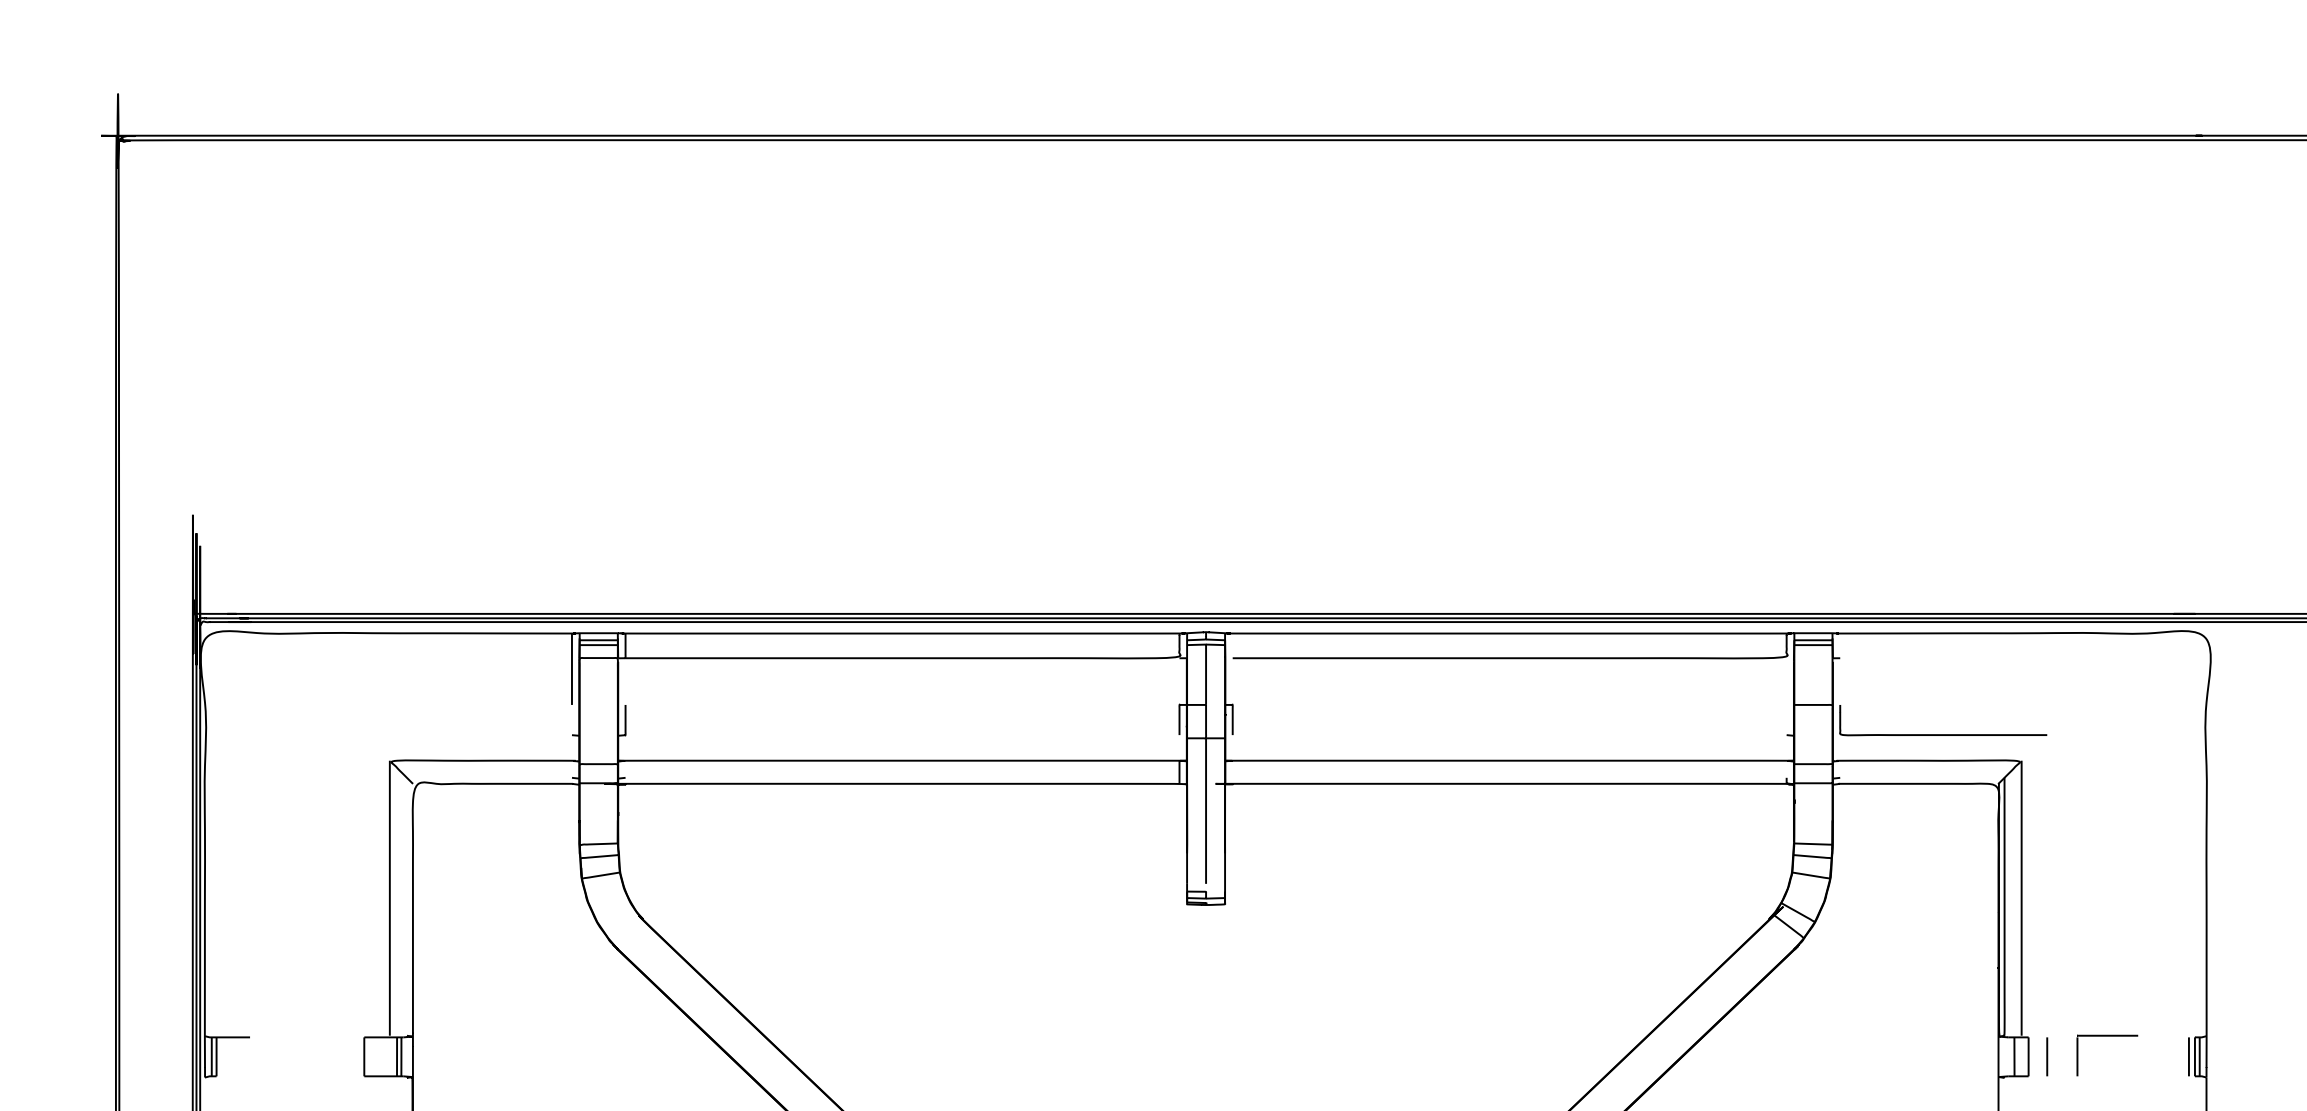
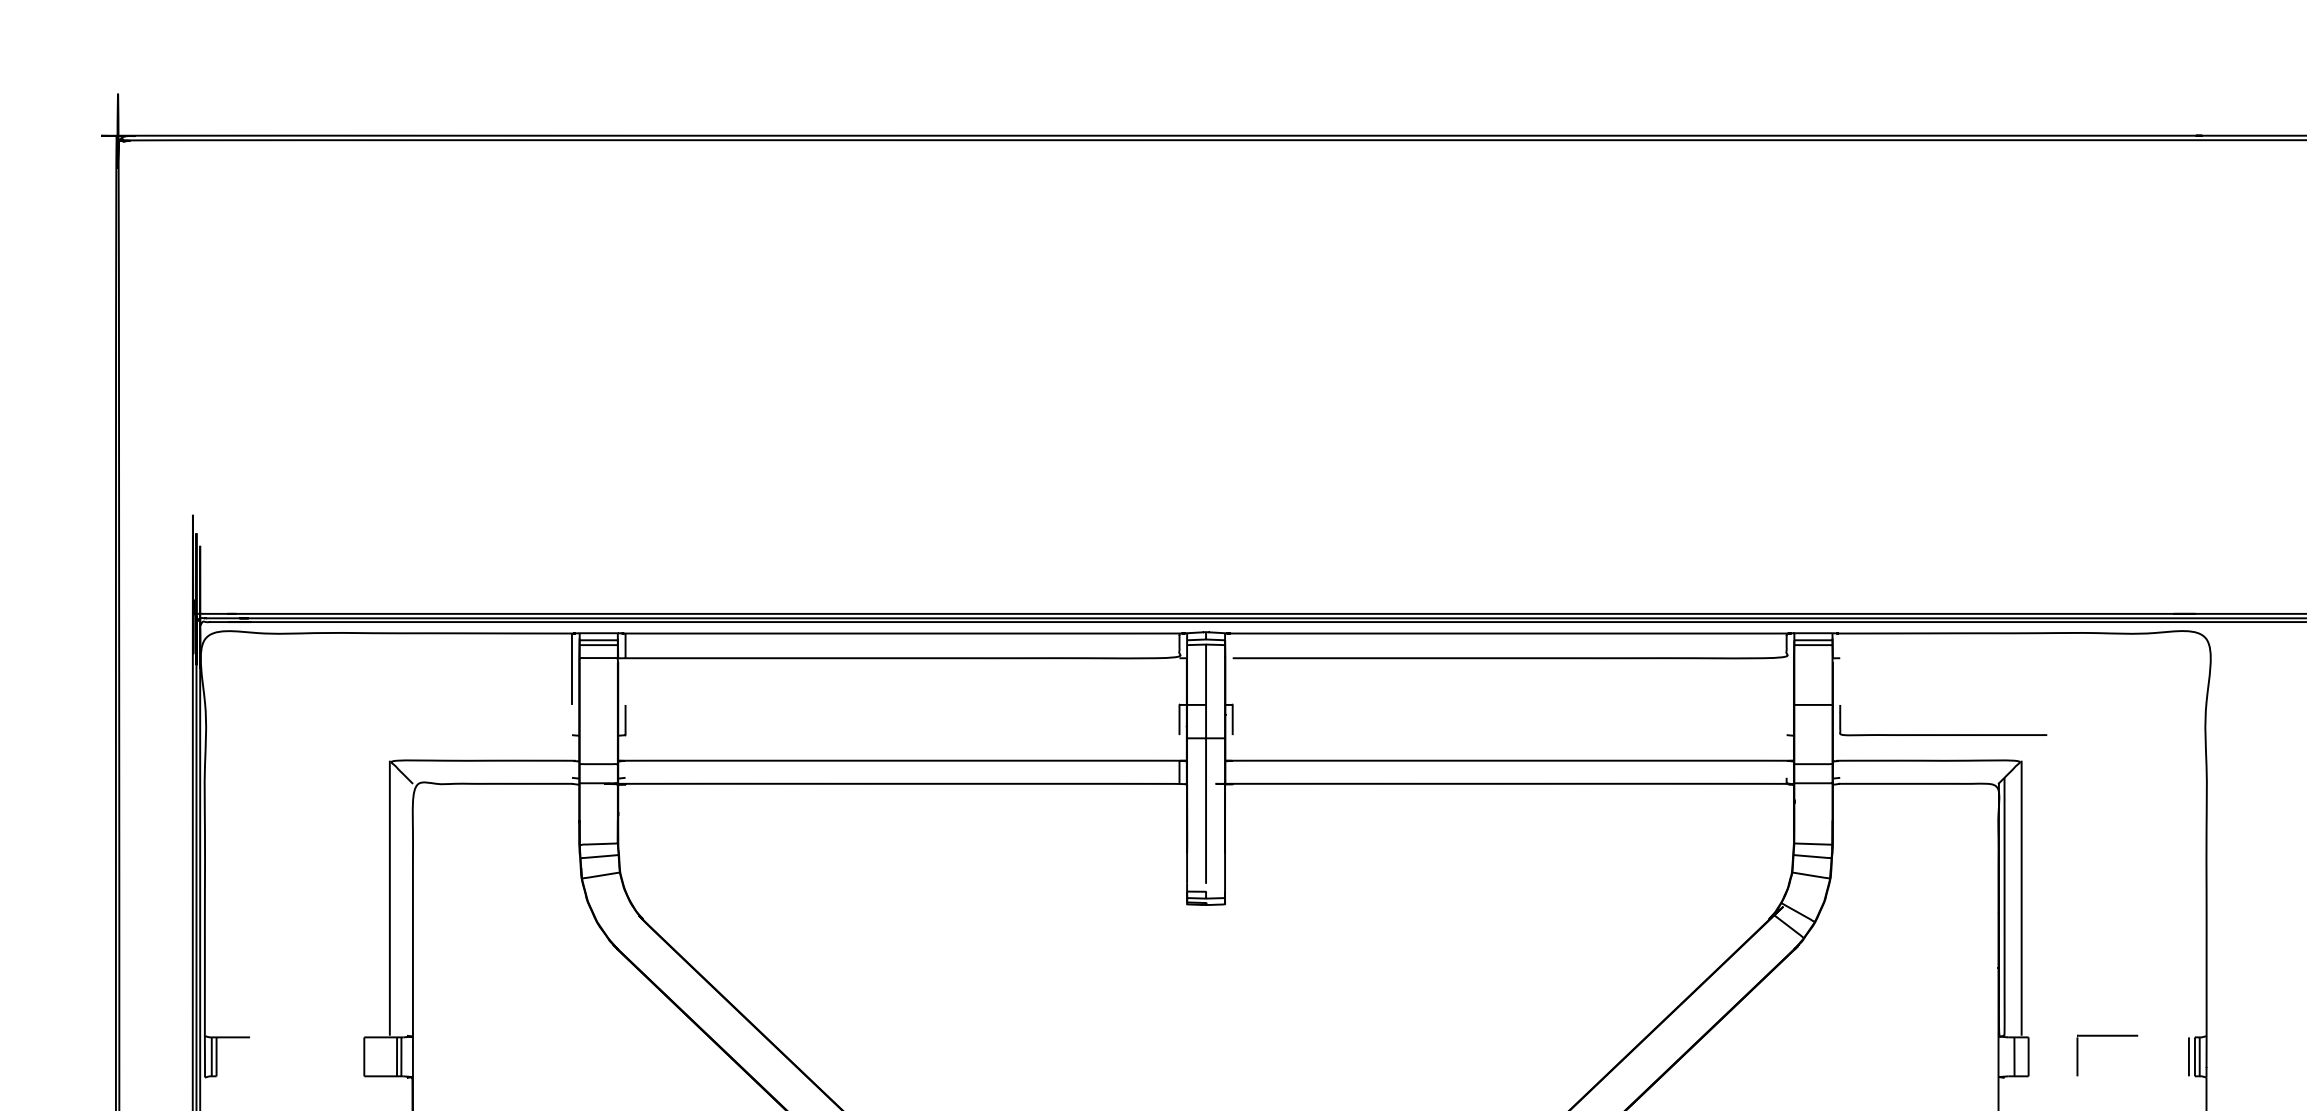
line at (2047, 1056): present -> none
